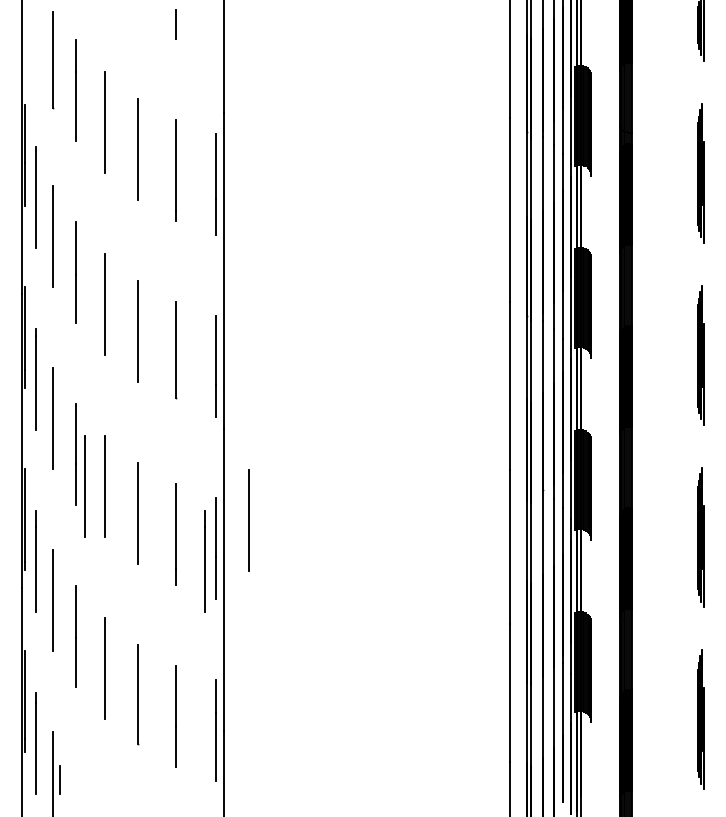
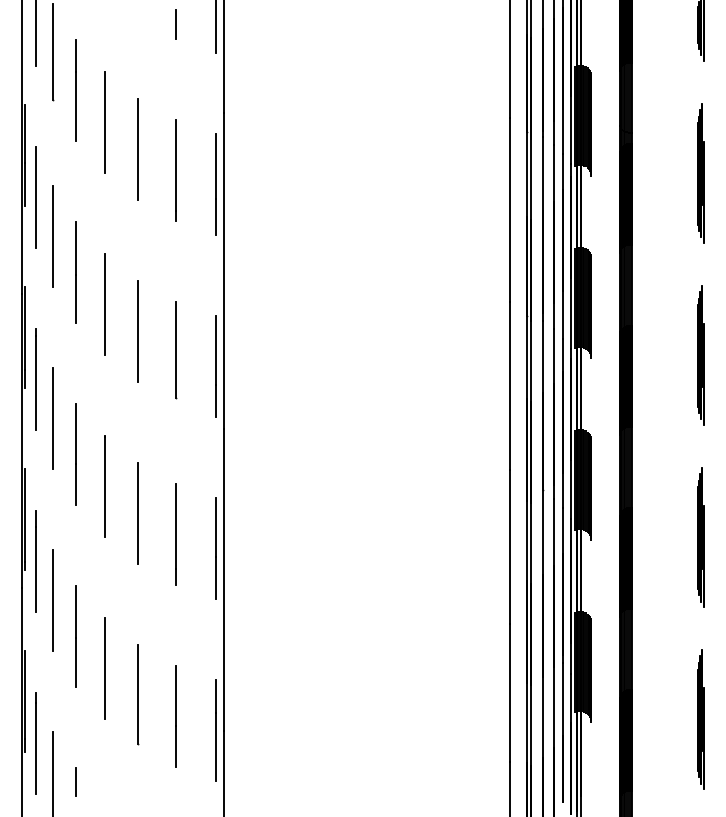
line at (216, 27): none -> present
line at (35, 33): none -> present
line at (53, 60) position: (53, 60) -> (53, 52)
line at (84, 486): present -> none
line at (248, 520): present -> none
line at (204, 561): present -> none
line at (59, 779) position: (59, 779) -> (75, 781)
